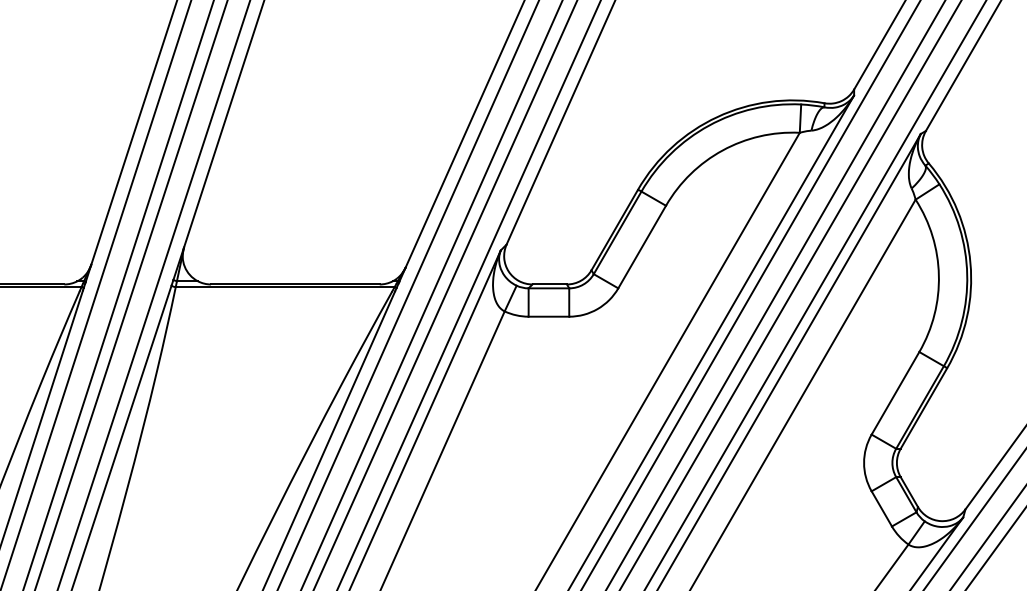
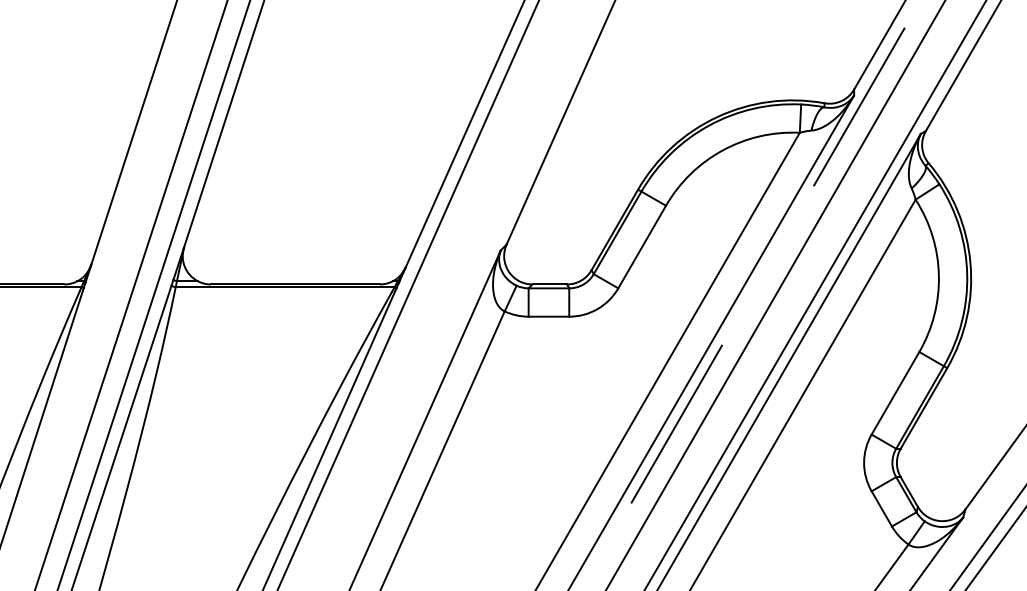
line at (96, 293): present -> none
line at (118, 294): present -> none
line at (431, 294): present -> none
line at (445, 294): present -> none
line at (468, 294): present -> none
line at (790, 294): present -> none
line at (750, 295): solid -> dashed
line at (974, 519): present -> none
